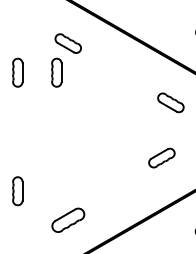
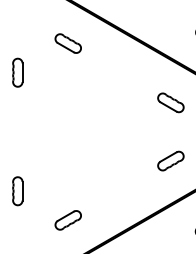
part at (56, 72): present -> none
part at (161, 157) position: (161, 157) -> (170, 160)
part at (68, 219) size: 35x26 px -> 28x21 px
